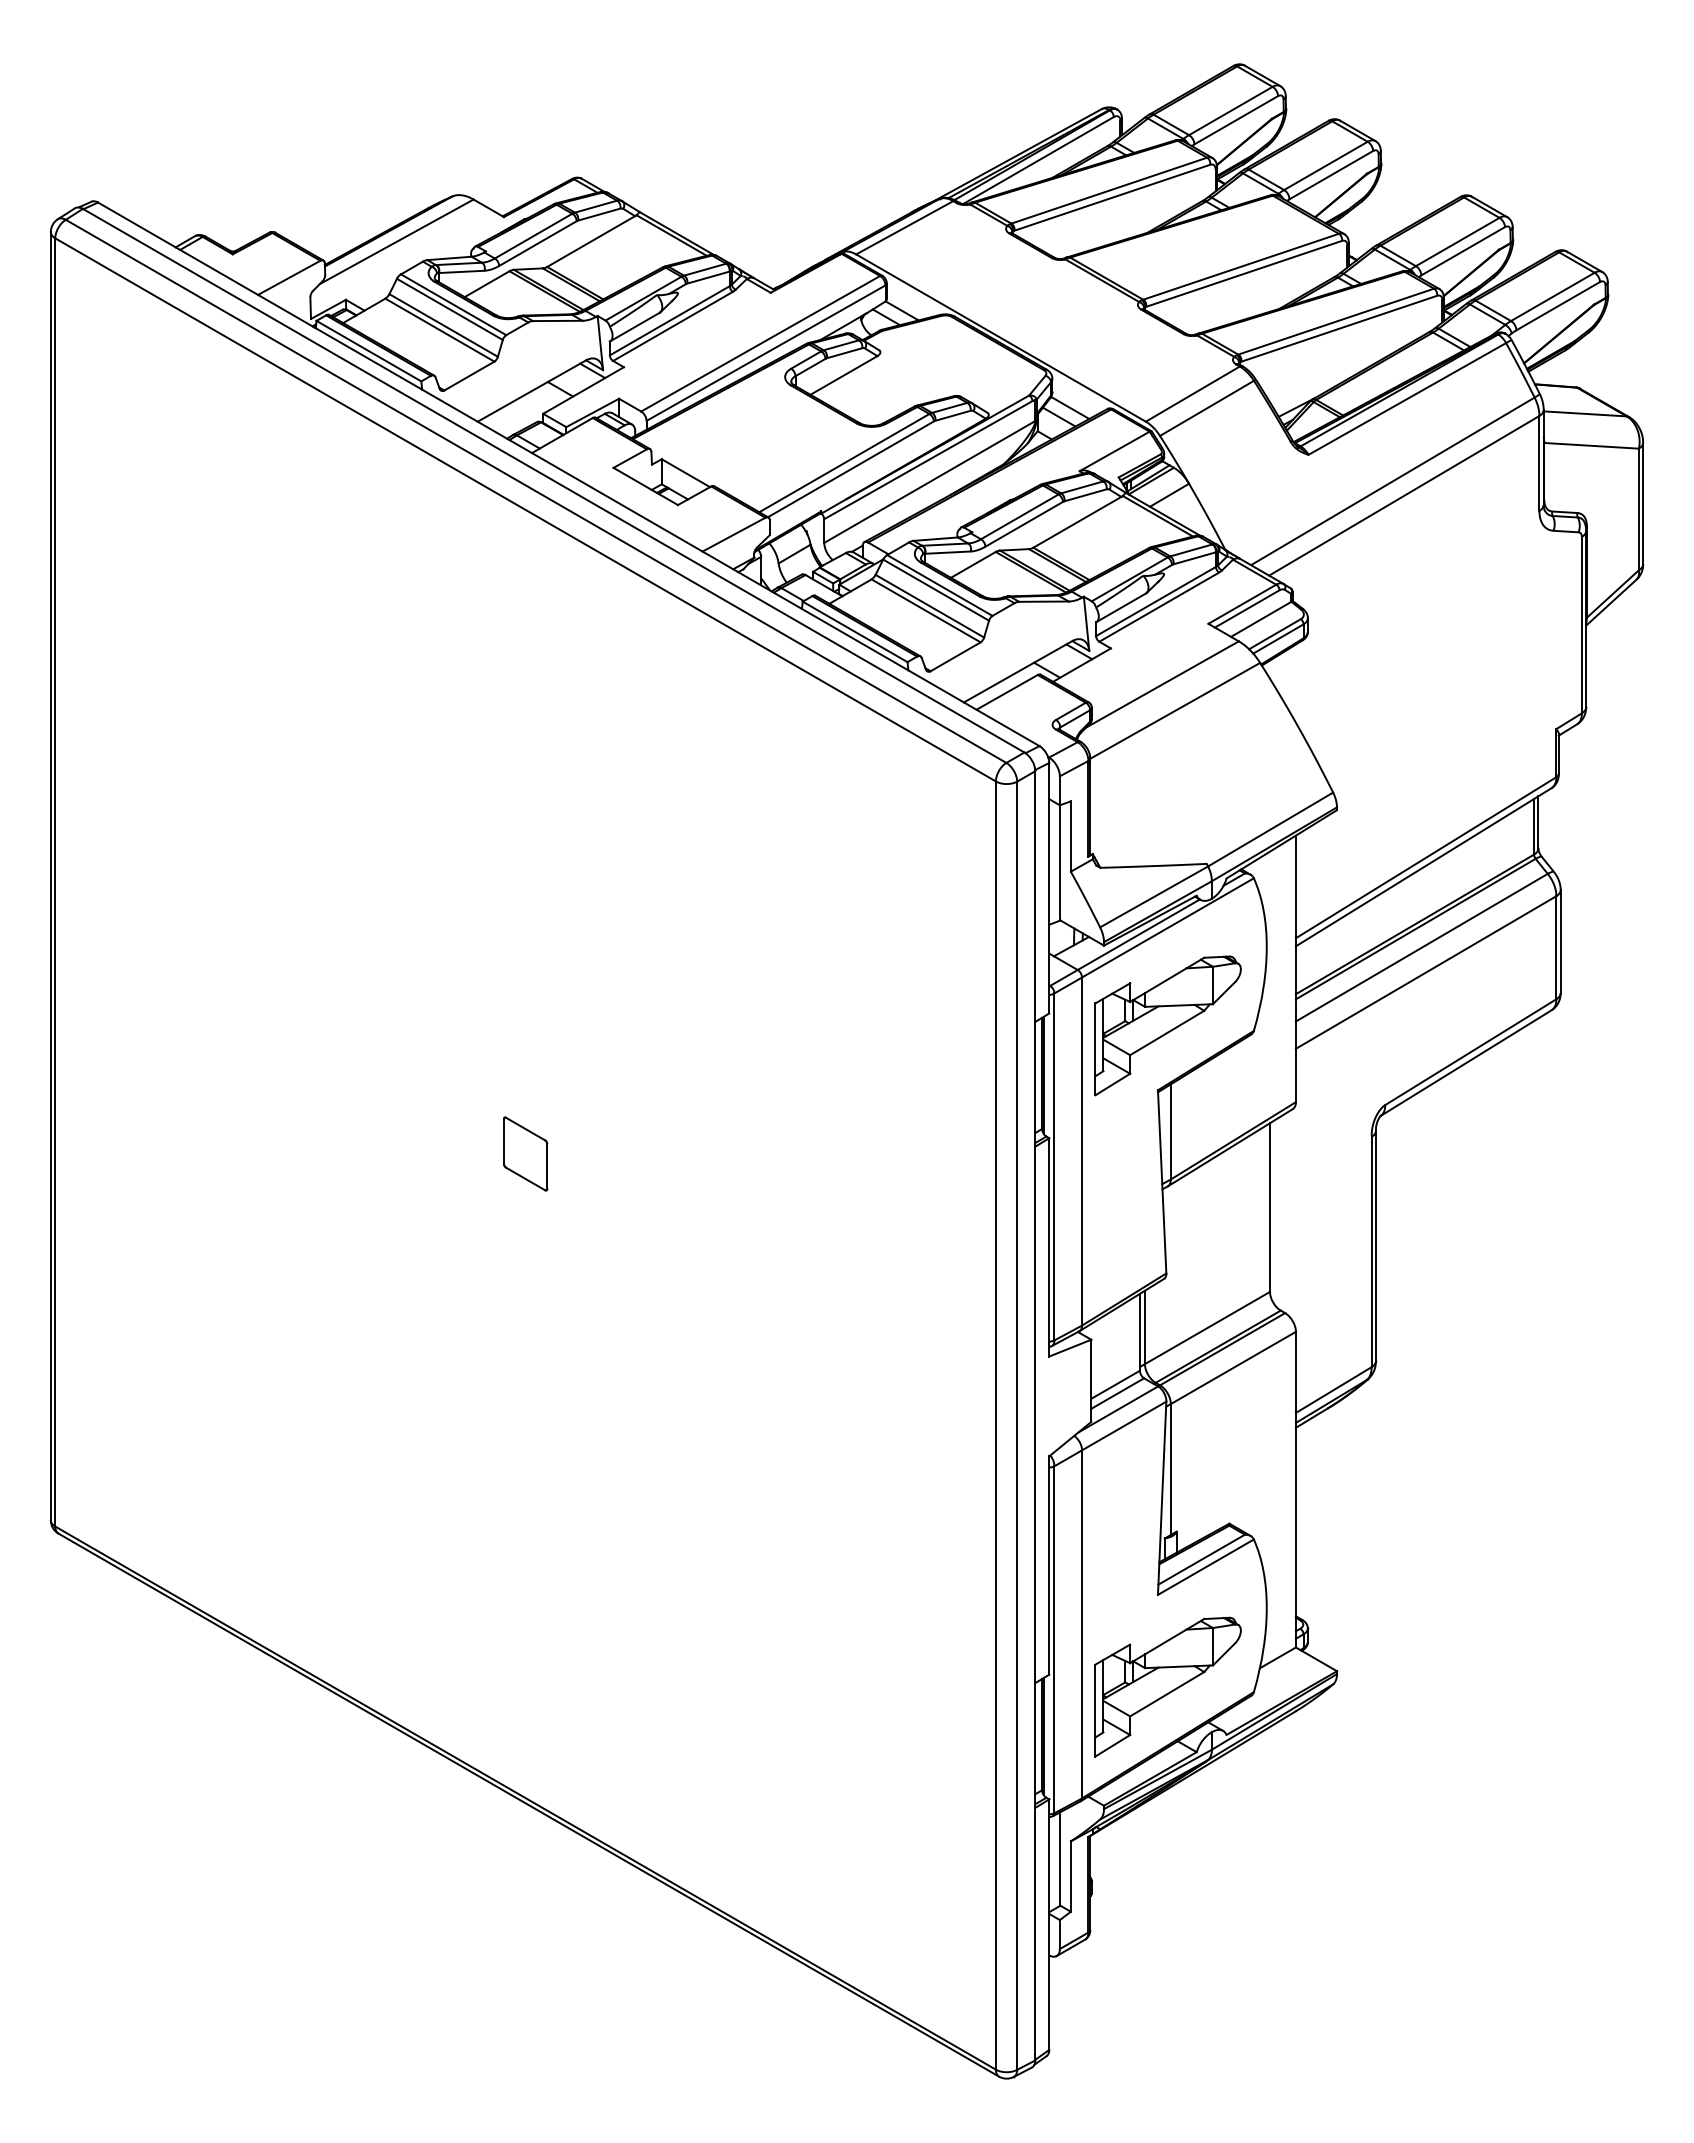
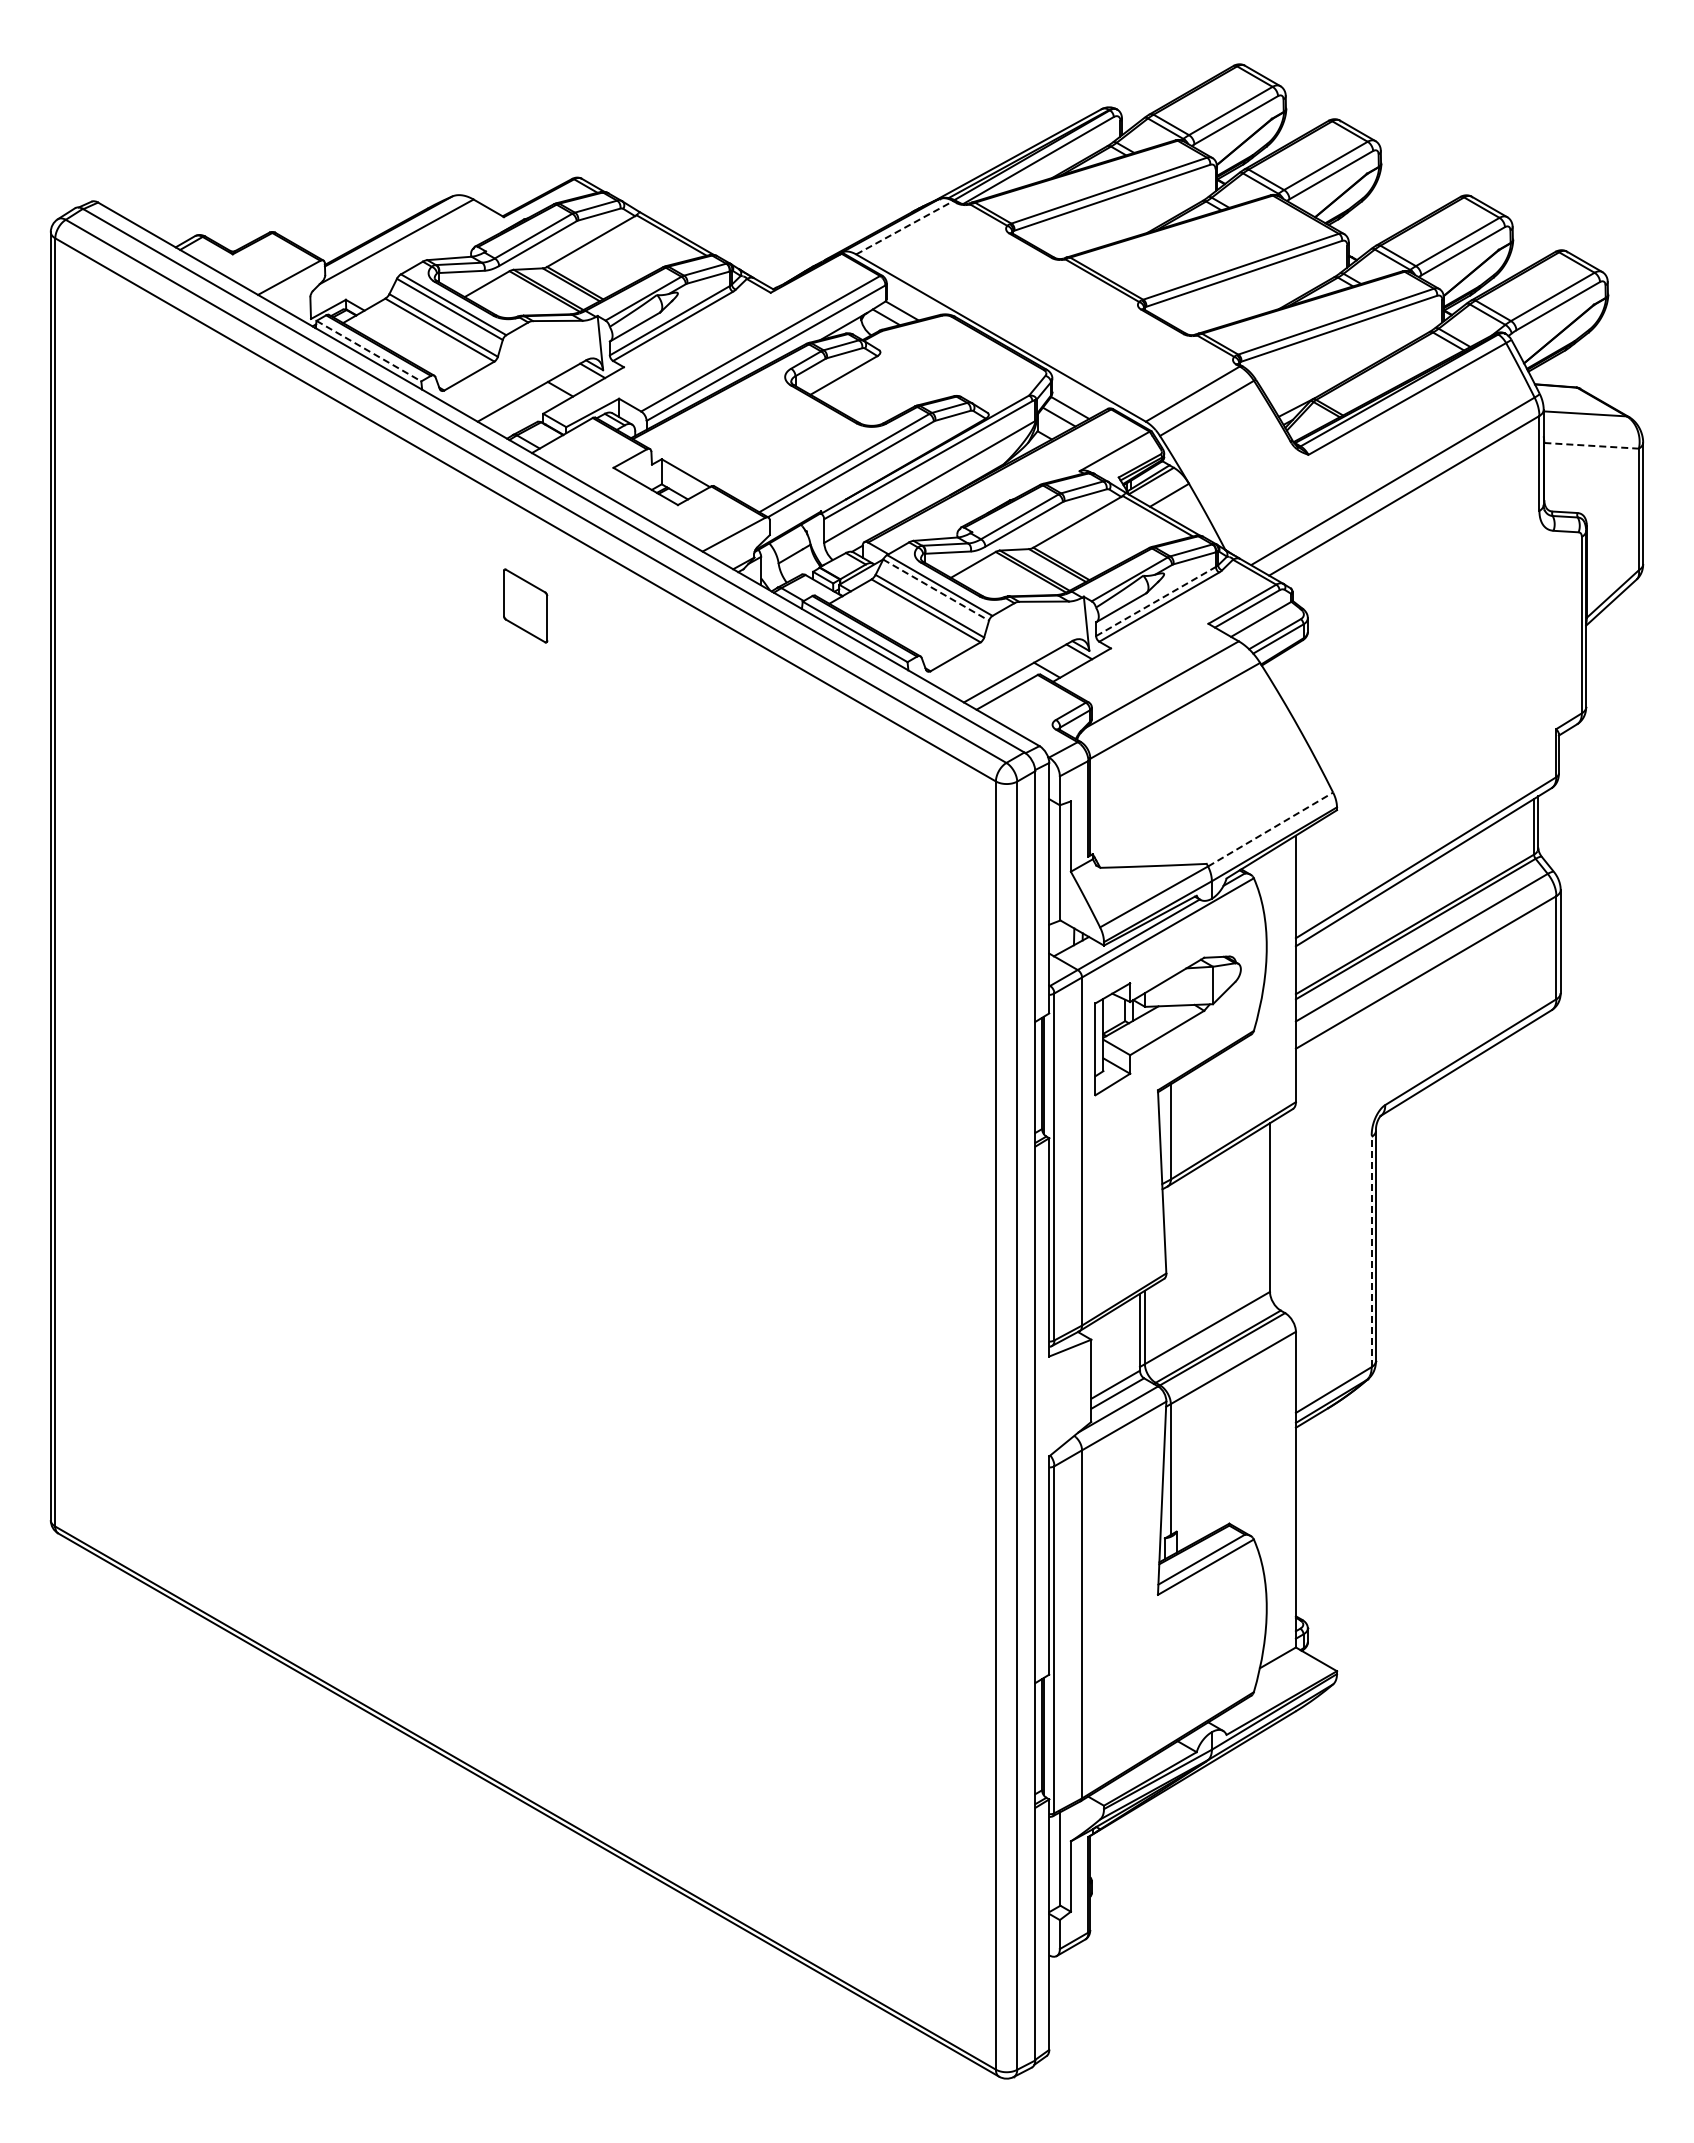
line at (905, 227): solid -> dashed
line at (368, 351): solid -> dashed
line at (1592, 445): solid -> dashed
line at (936, 590): solid -> dashed
line at (1156, 601): solid -> dashed
line at (1270, 829): solid -> dashed
part at (525, 1153) position: (525, 1153) -> (525, 605)
line at (1371, 1251): solid -> dashed
part at (1167, 1686): present -> none
